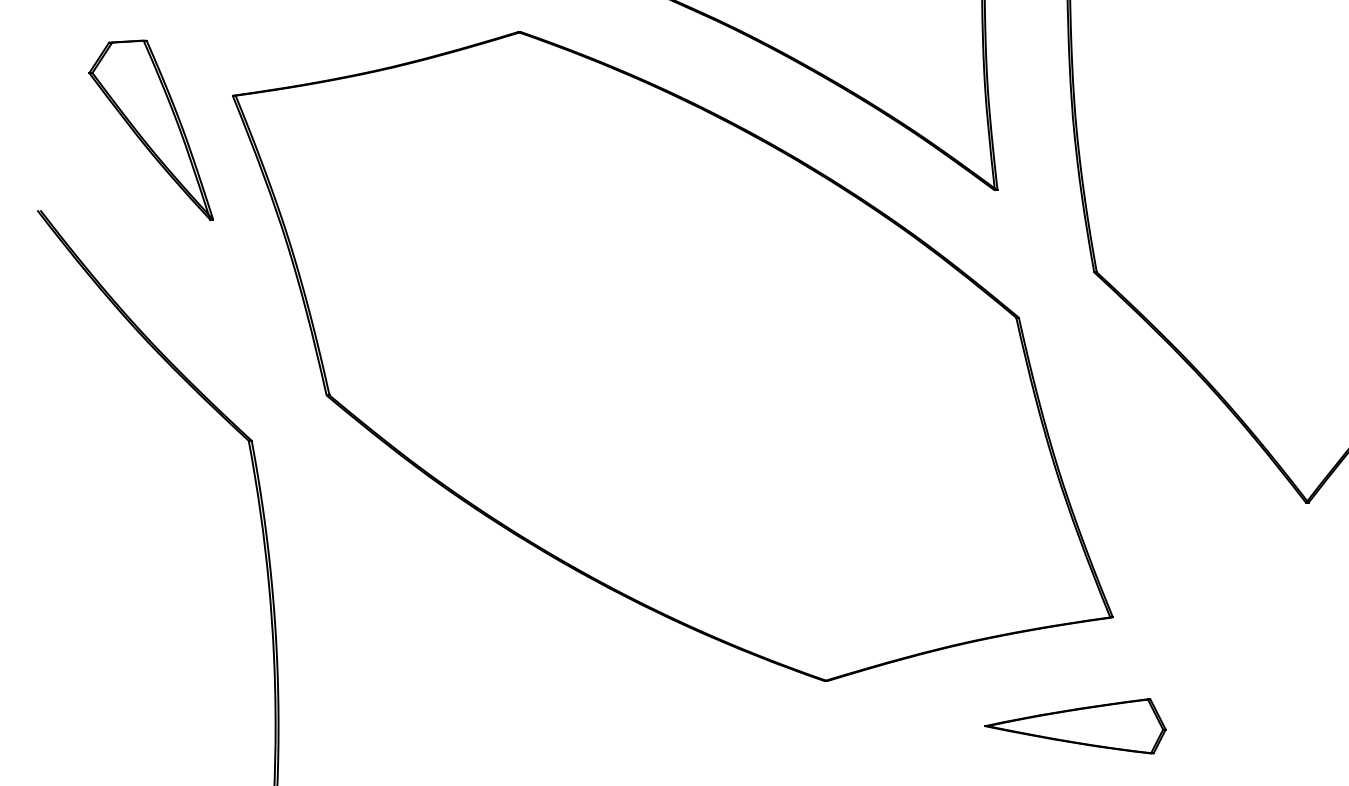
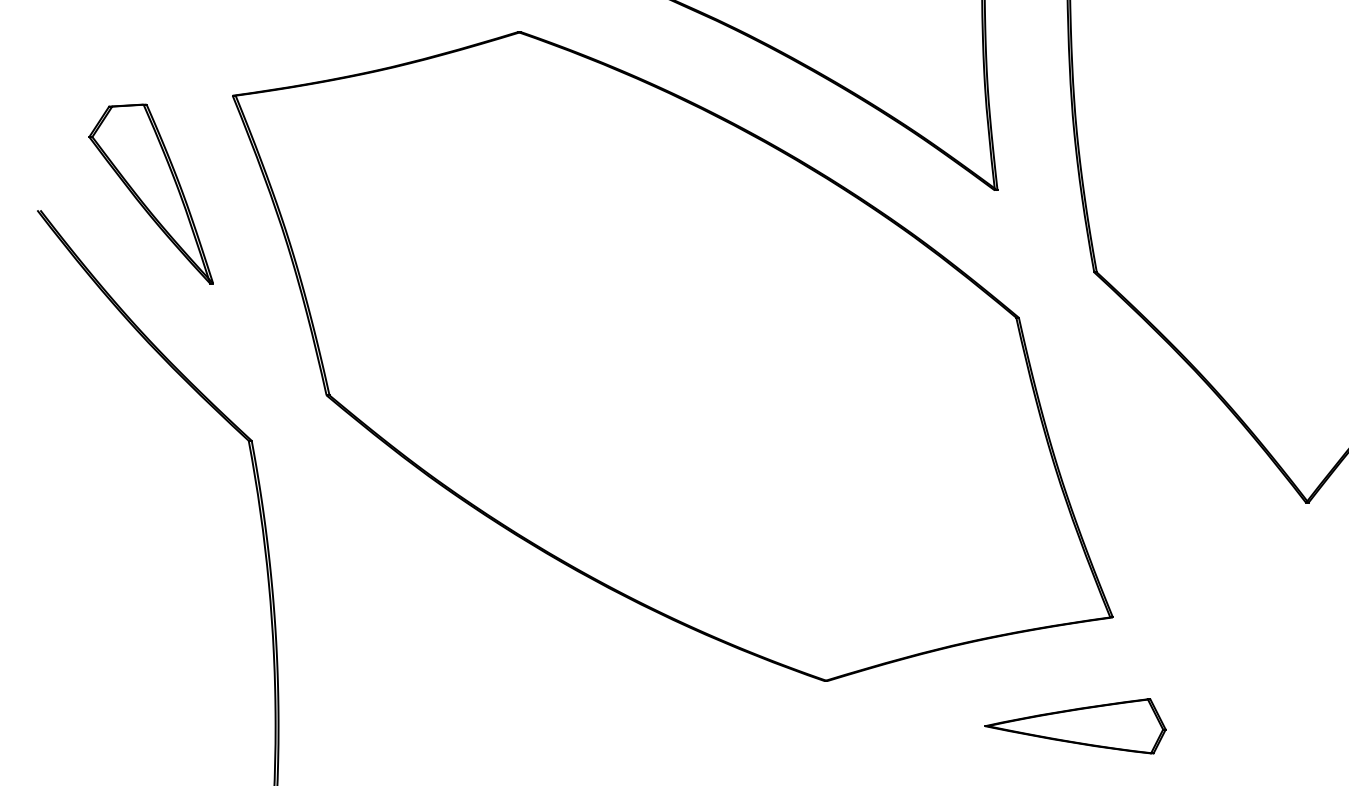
part at (150, 129) position: (150, 129) -> (150, 193)
